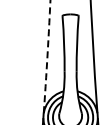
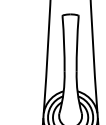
arc at (47, 56): dashed -> solid
